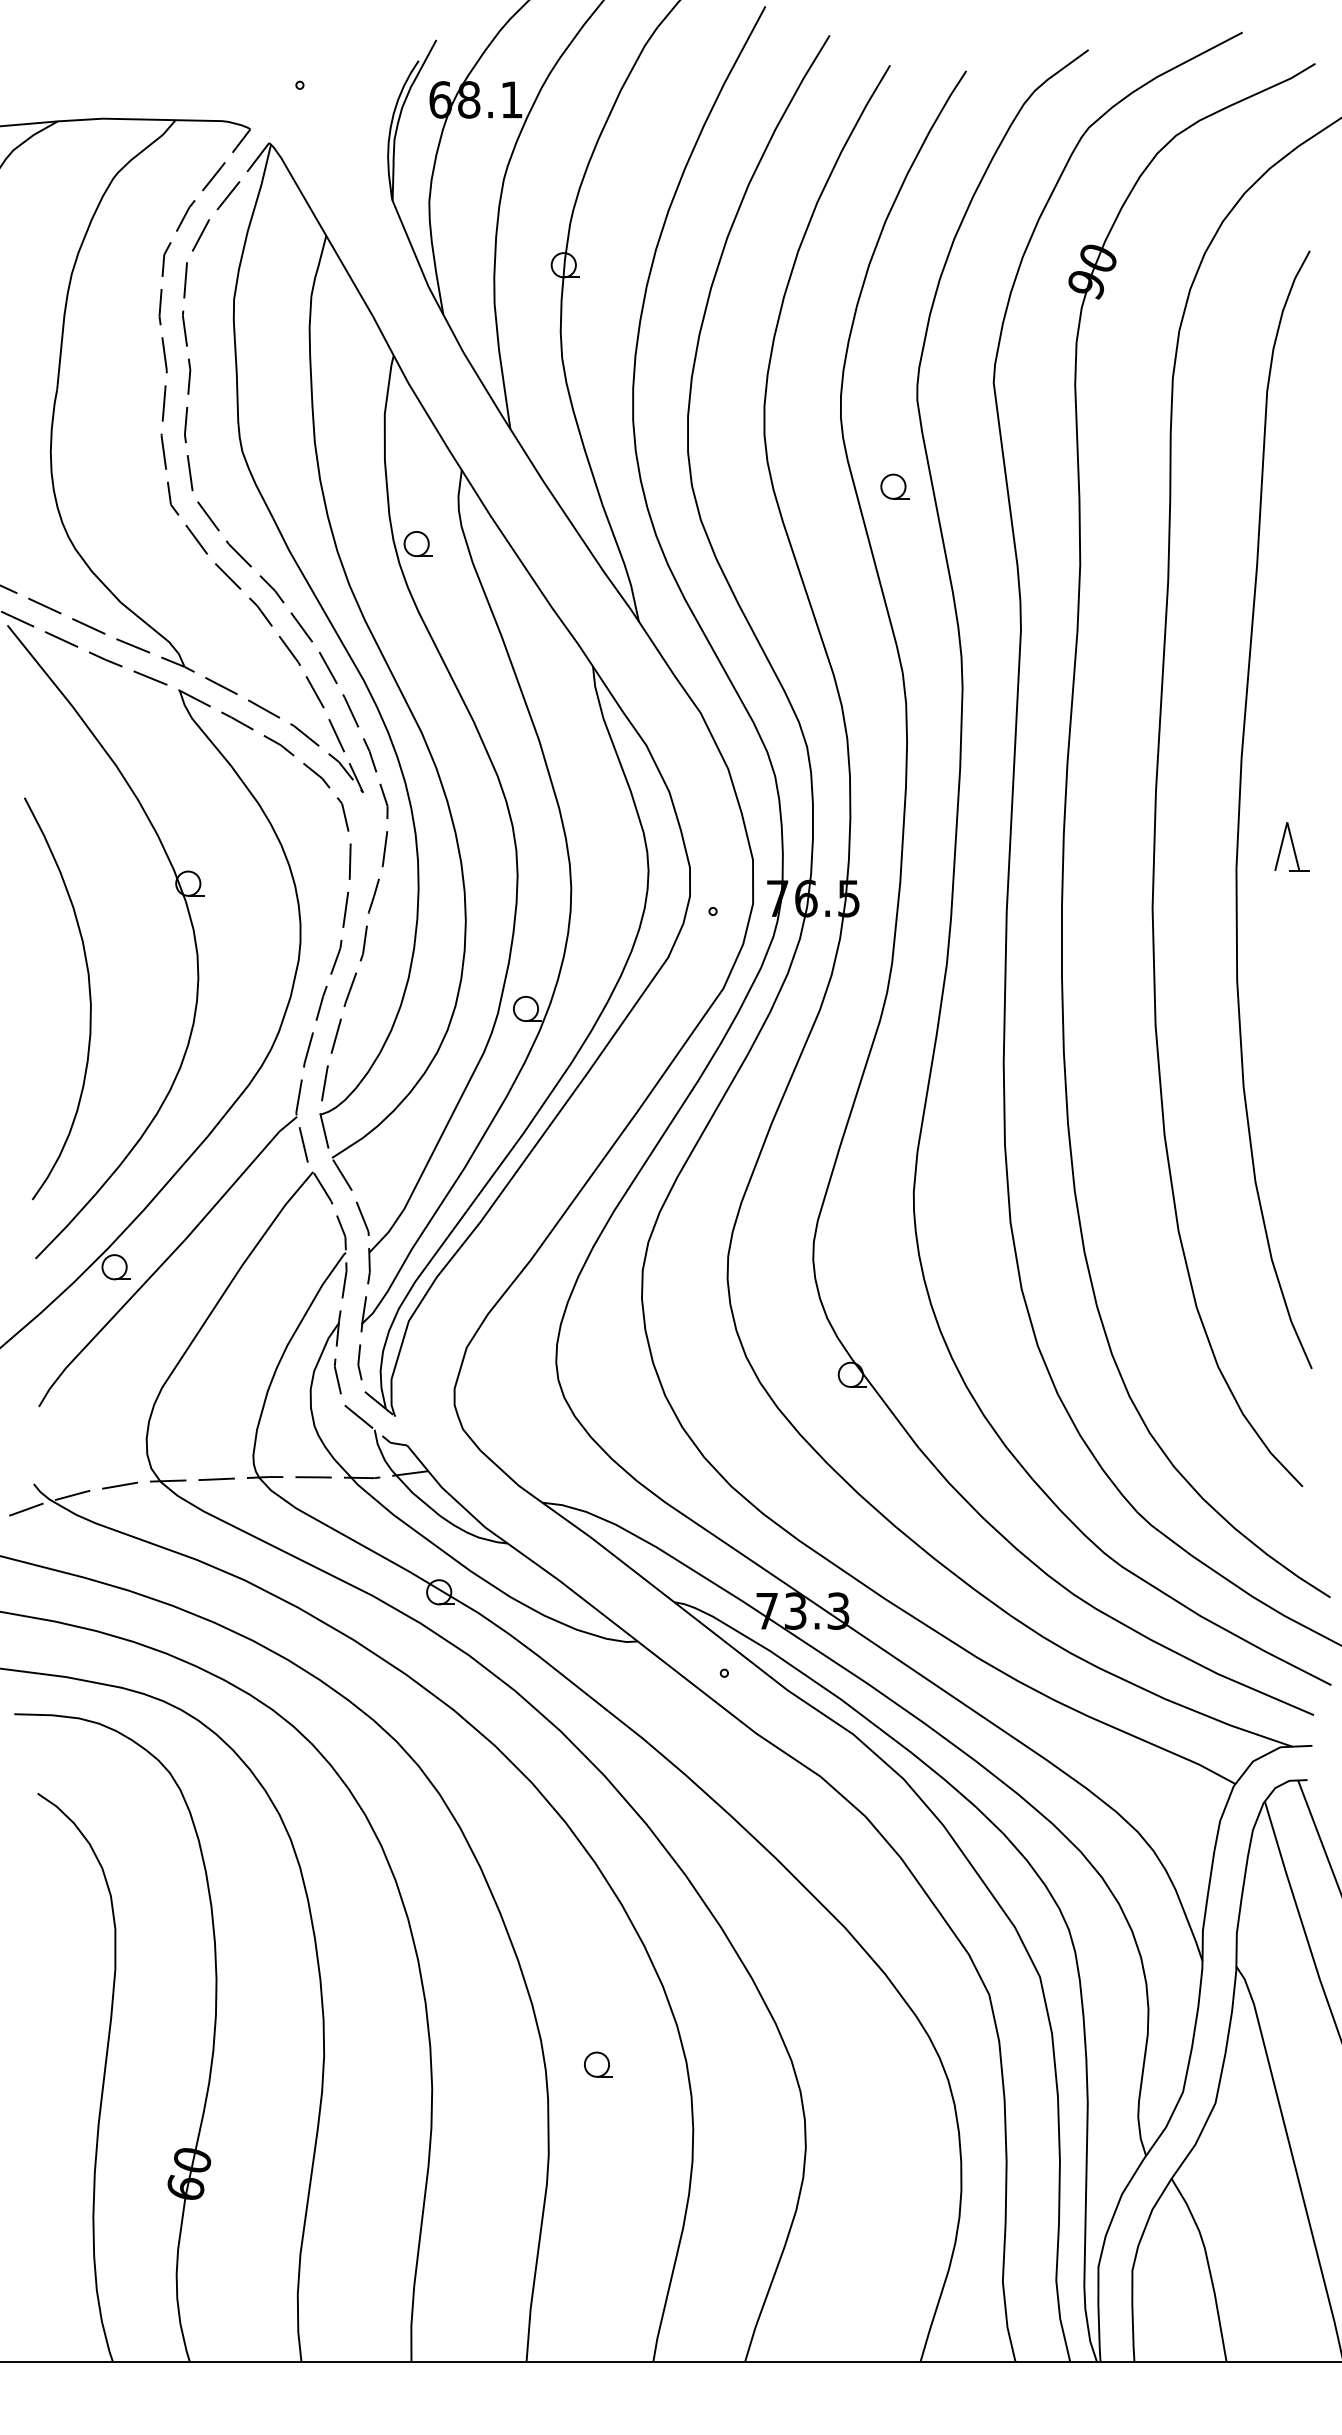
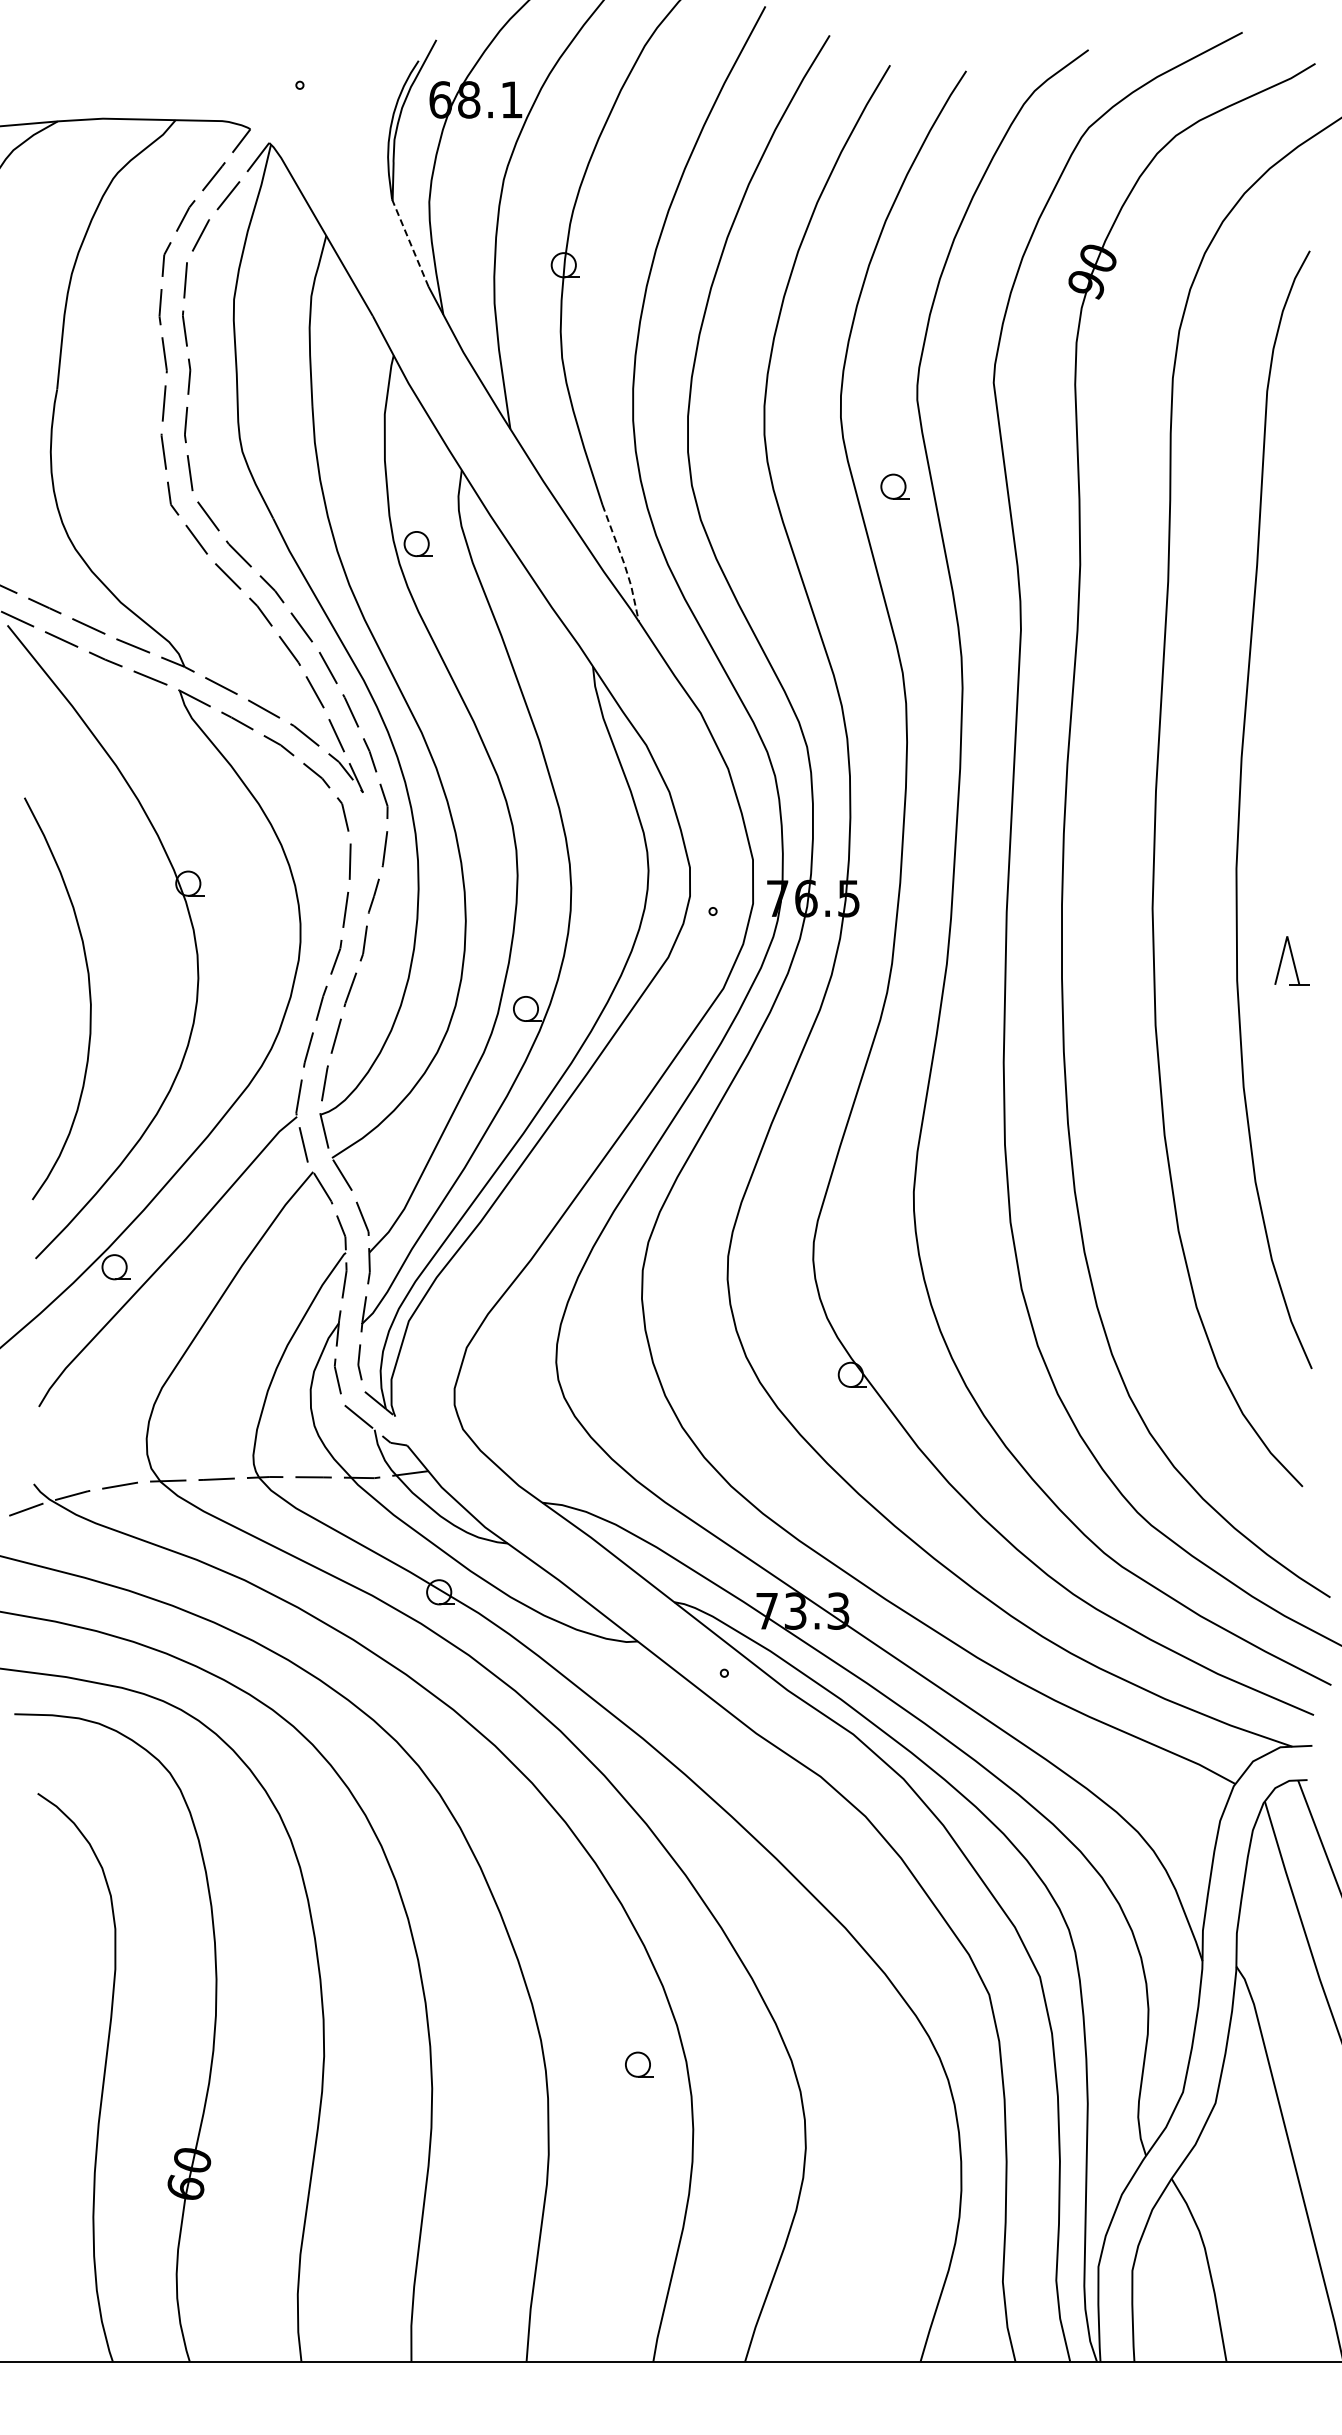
line at (410, 242): solid -> dashed
line at (624, 563): solid -> dashed
part at (1291, 846) position: (1291, 846) -> (1291, 960)
part at (598, 2064) position: (598, 2064) -> (639, 2064)
